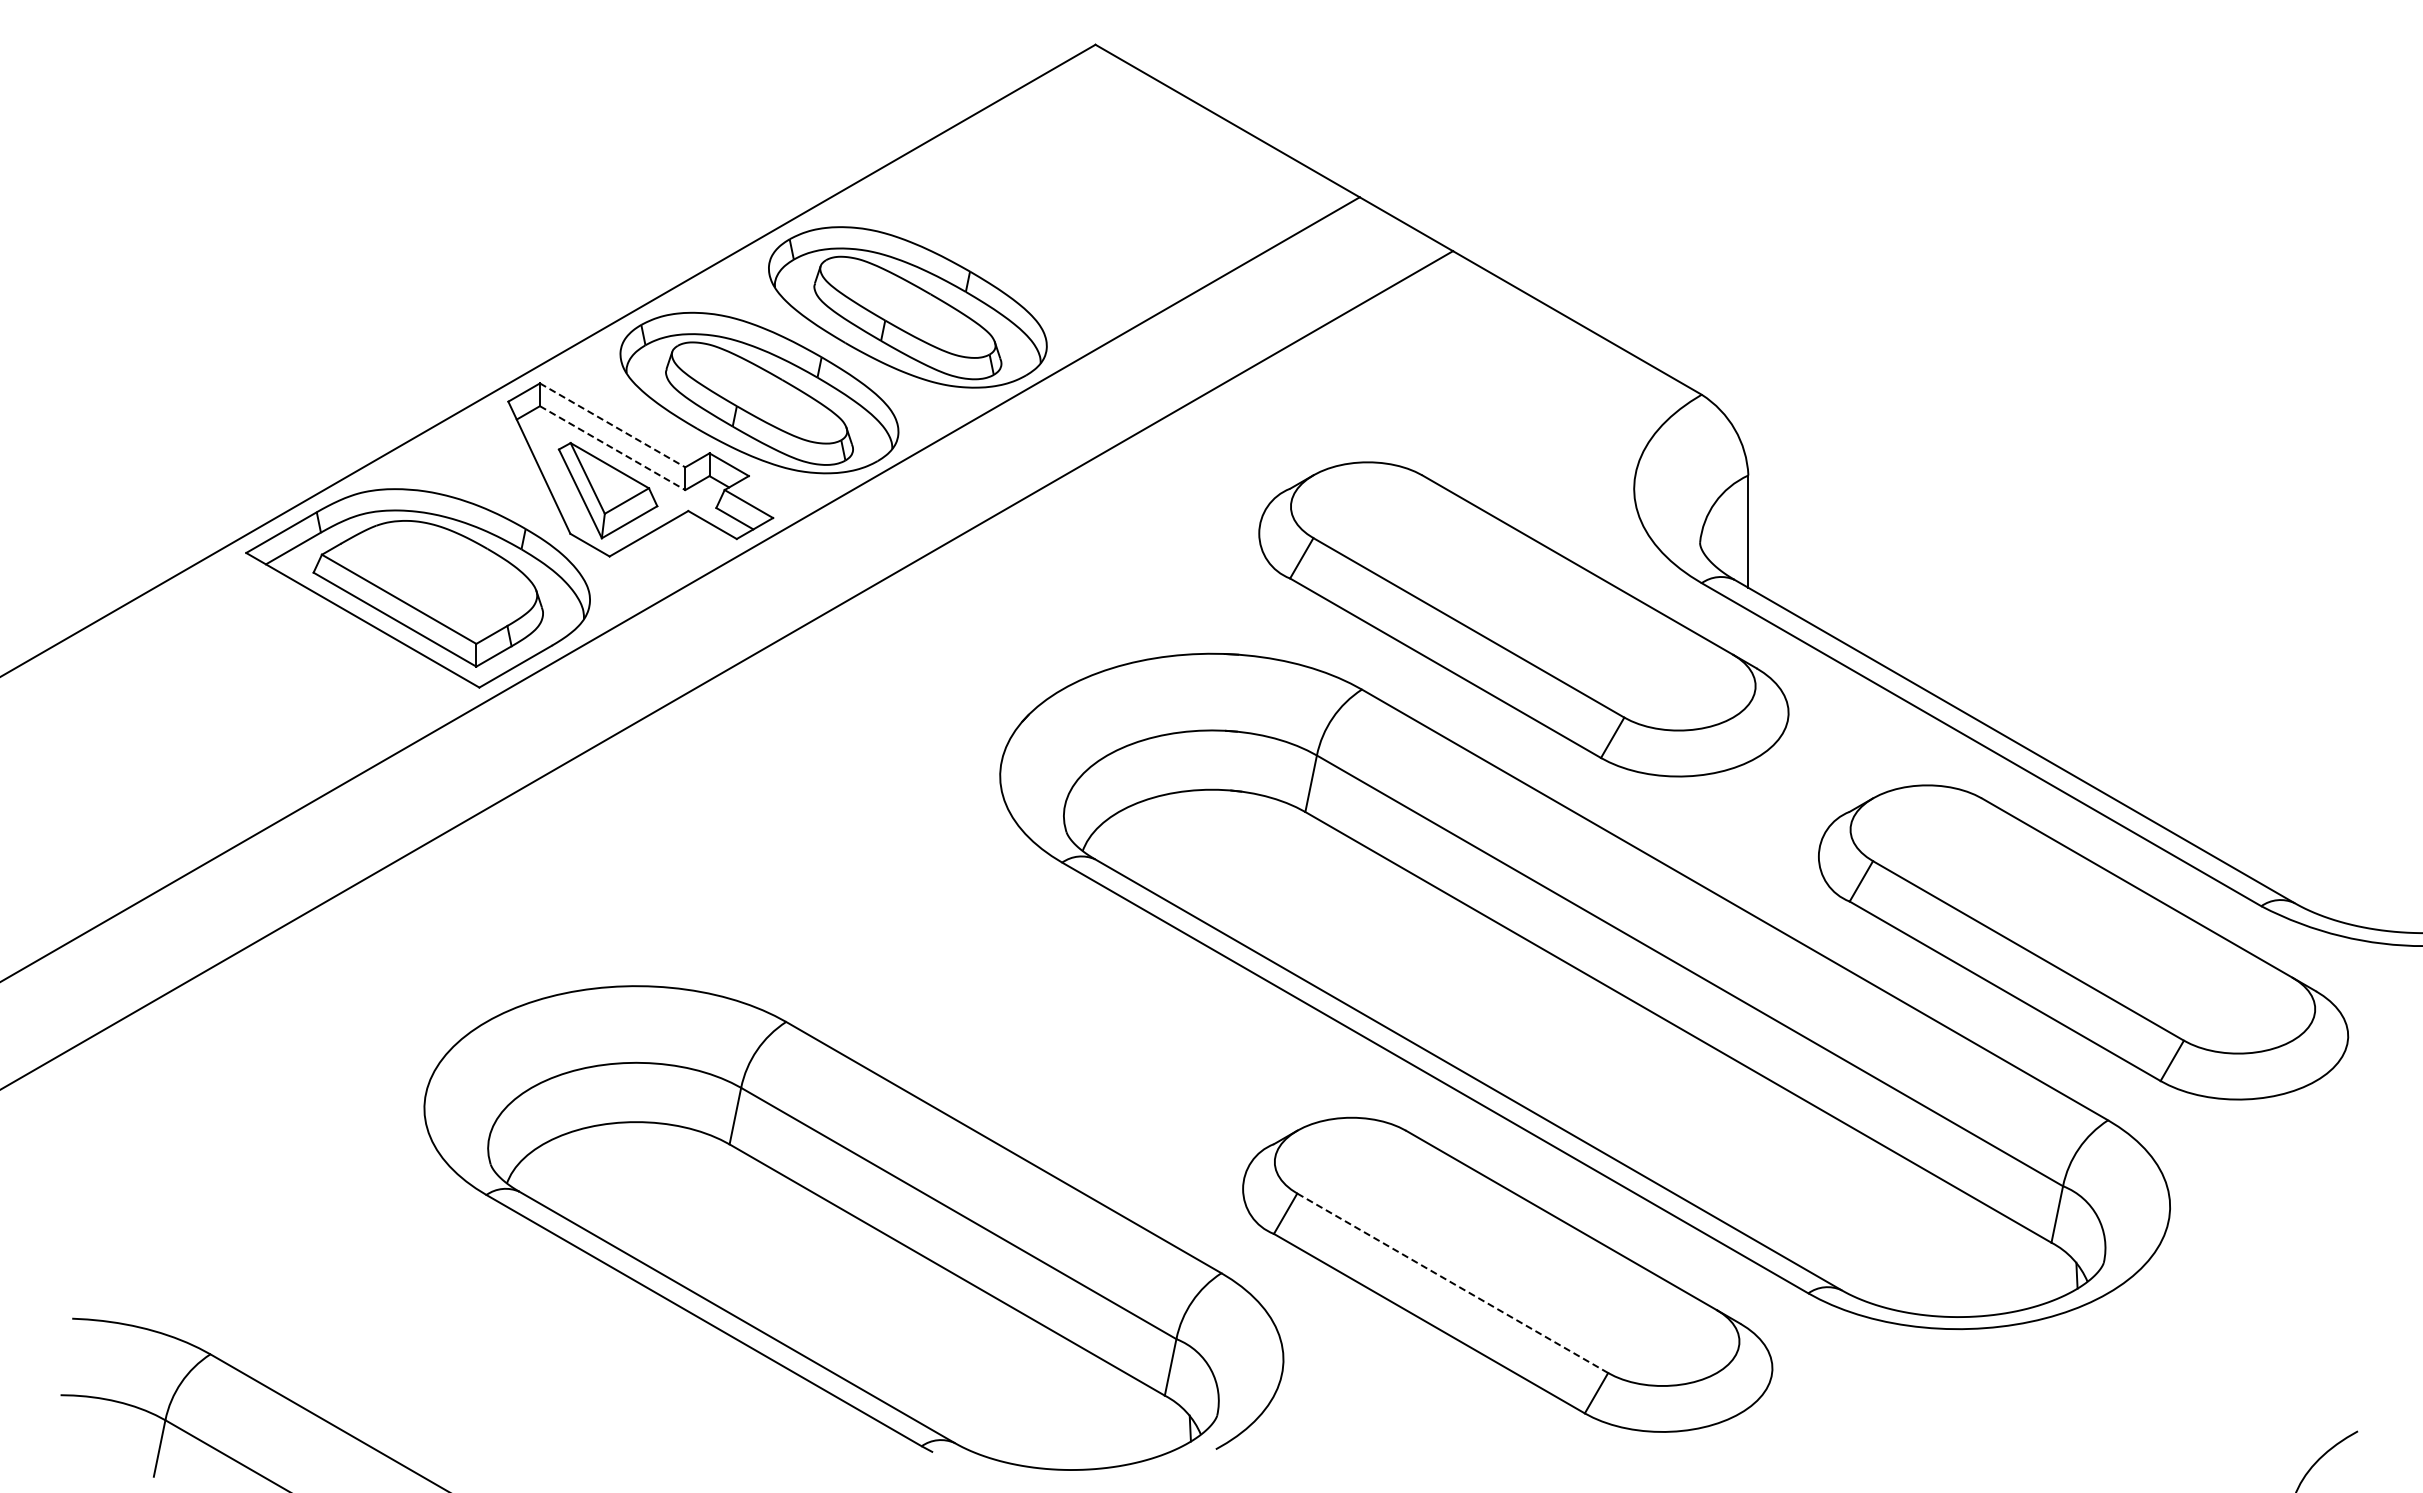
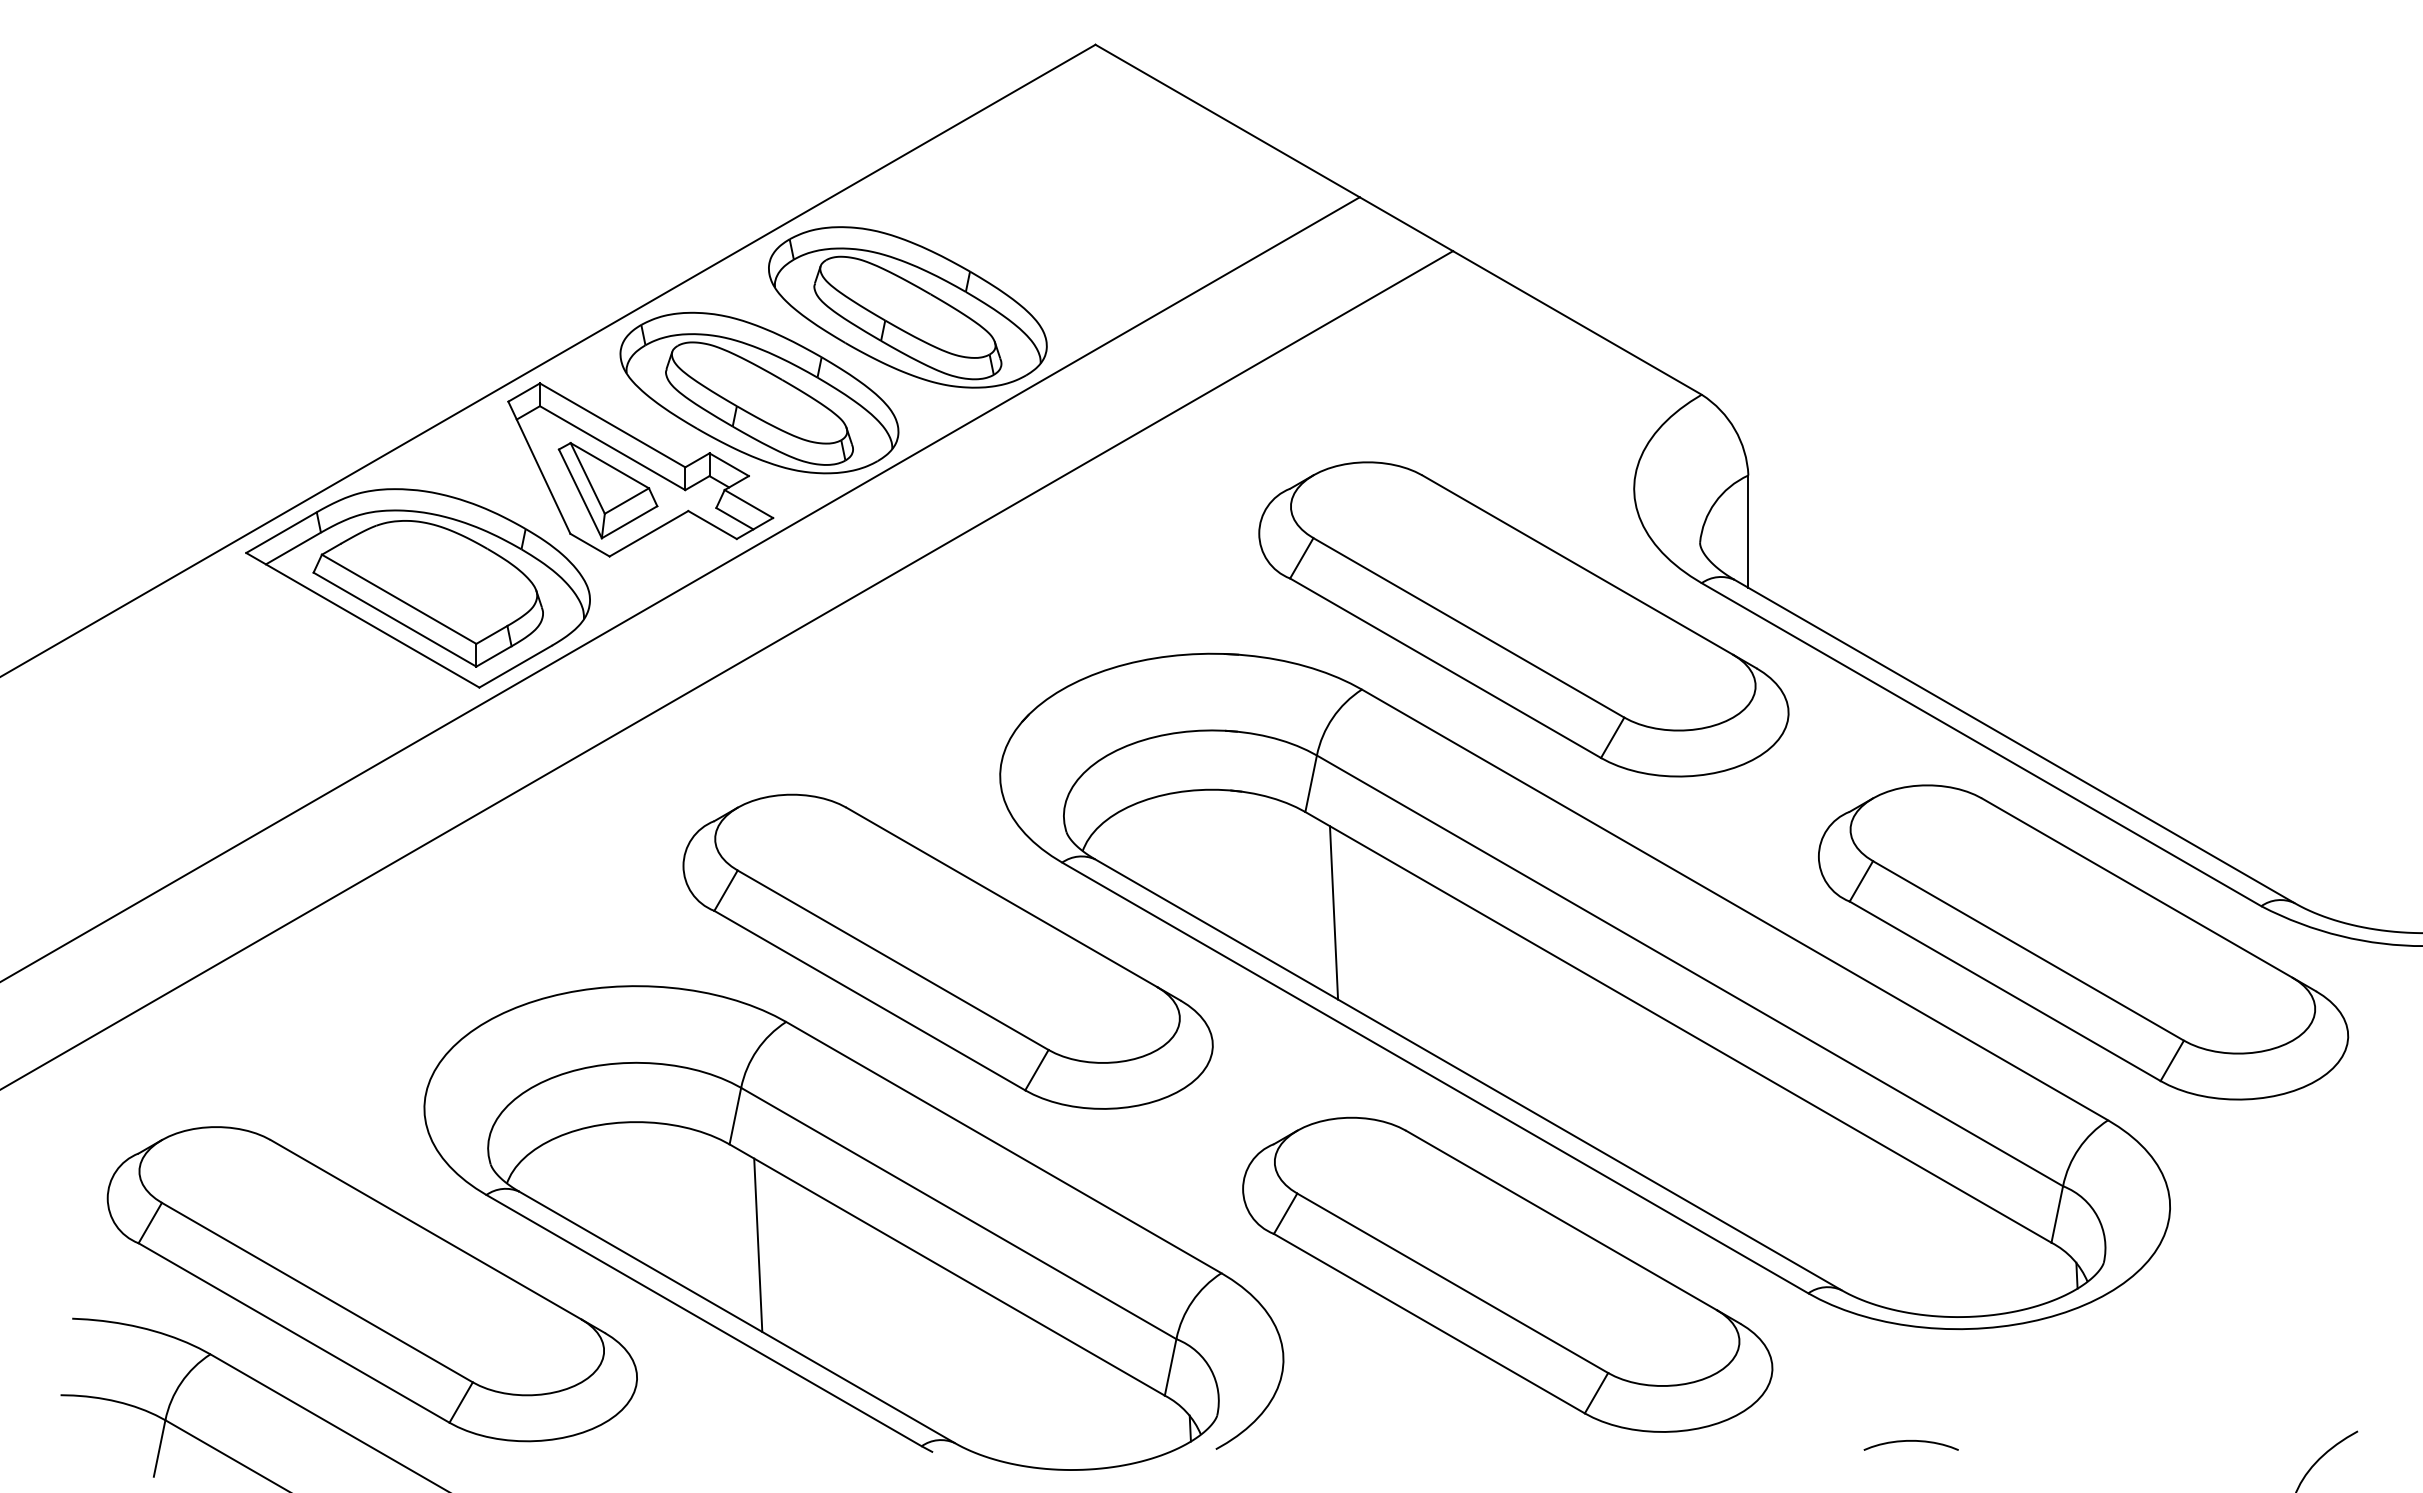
line at (612, 425): dashed -> solid
line at (612, 448): dashed -> solid
line at (1333, 912): none -> present
part at (947, 951): none -> present
line at (758, 1244): none -> present
line at (1453, 1283): dashed -> solid
part at (371, 1284): none -> present
curve at (1910, 1441): none -> present
